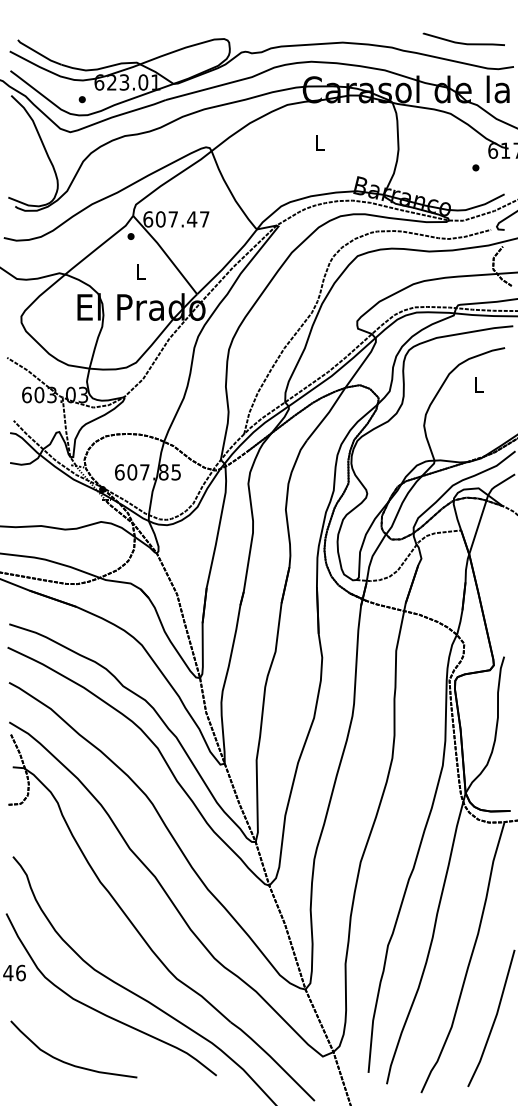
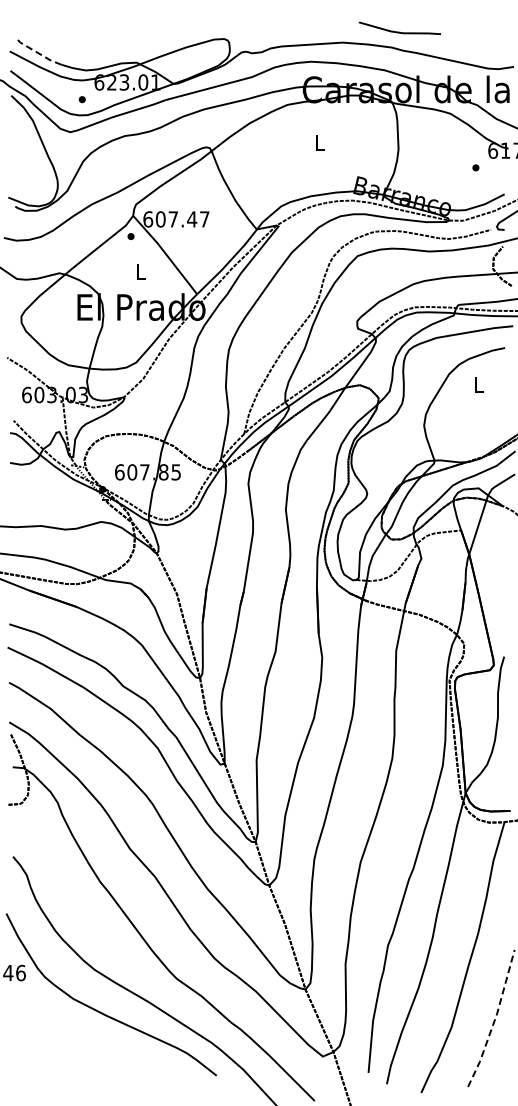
curve at (463, 42) position: (463, 42) -> (399, 31)
line at (38, 53): solid -> dashed
line at (495, 1019): solid -> dashed
curve at (68, 1062): present -> none
